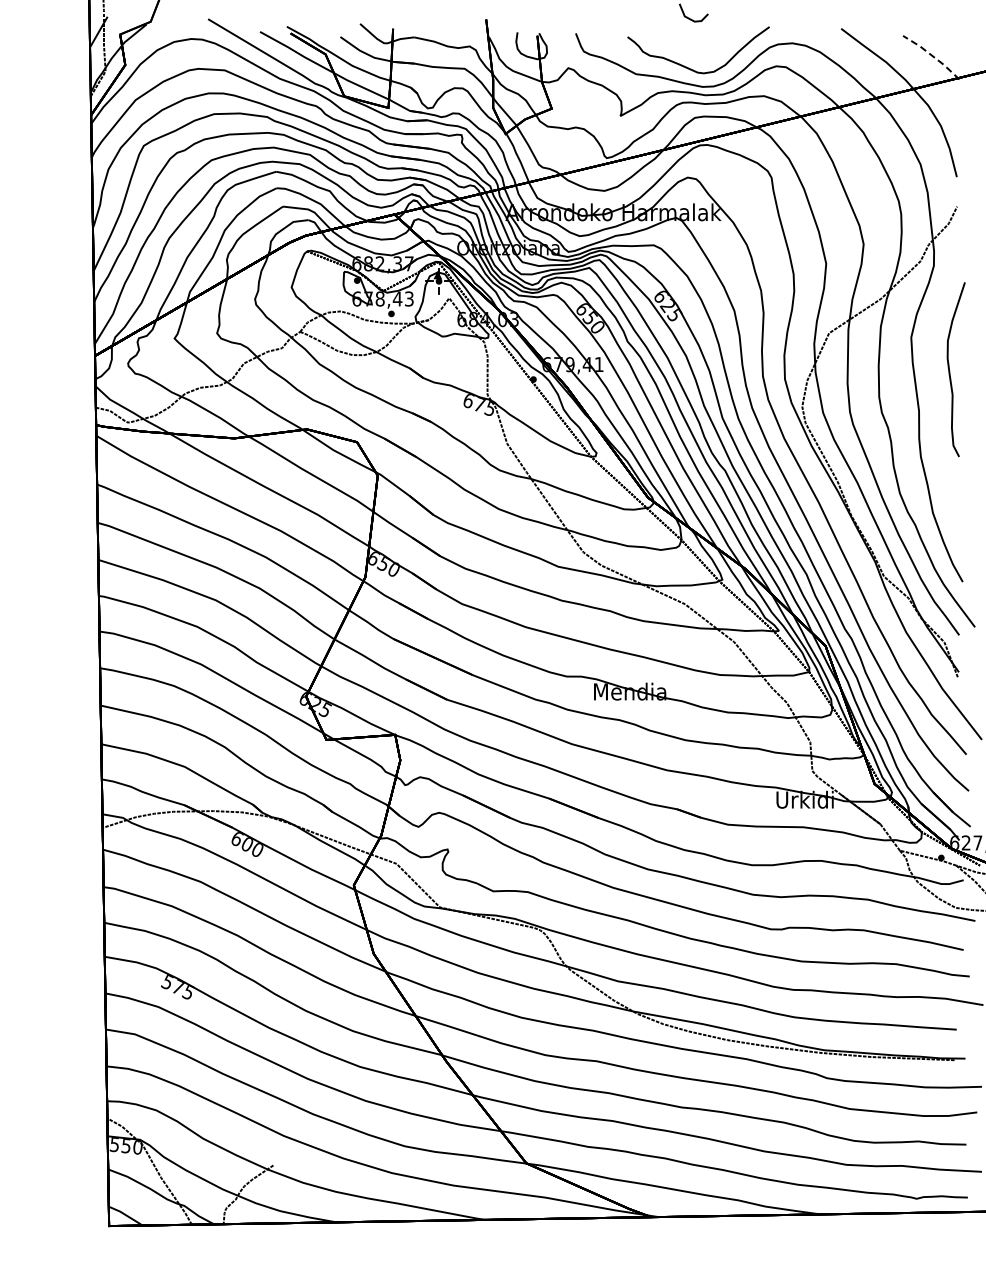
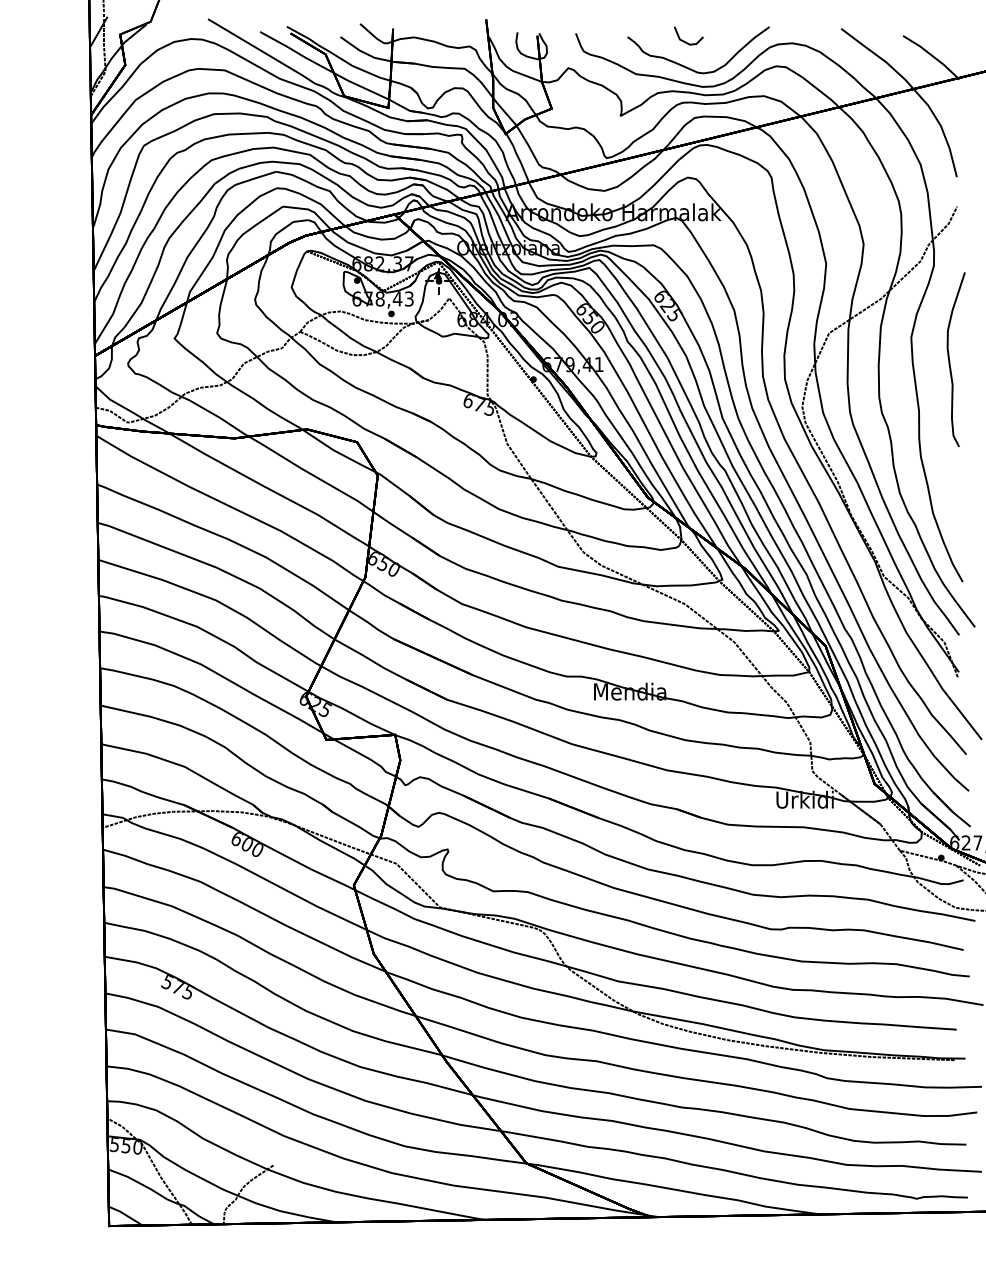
line at (691, 18) position: (691, 18) -> (686, 41)
line at (931, 55): dashed -> solid
curve at (950, 370) position: (950, 370) -> (950, 360)
